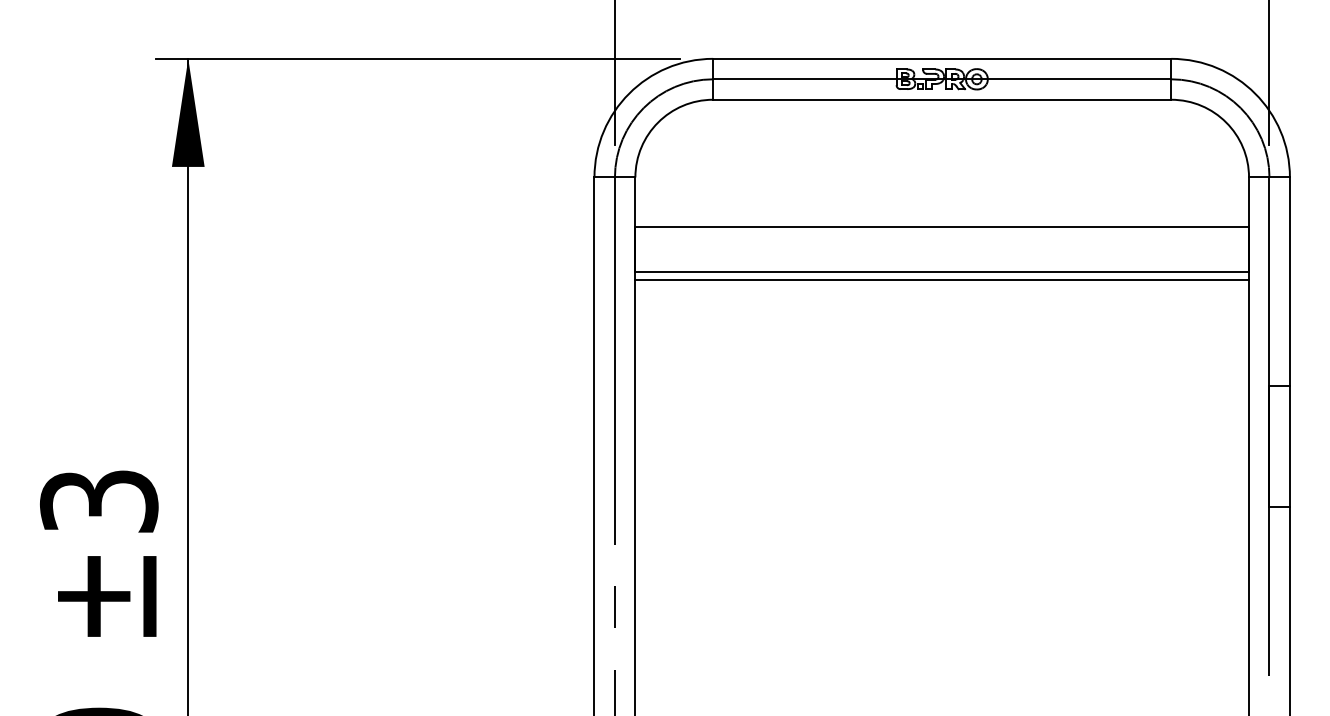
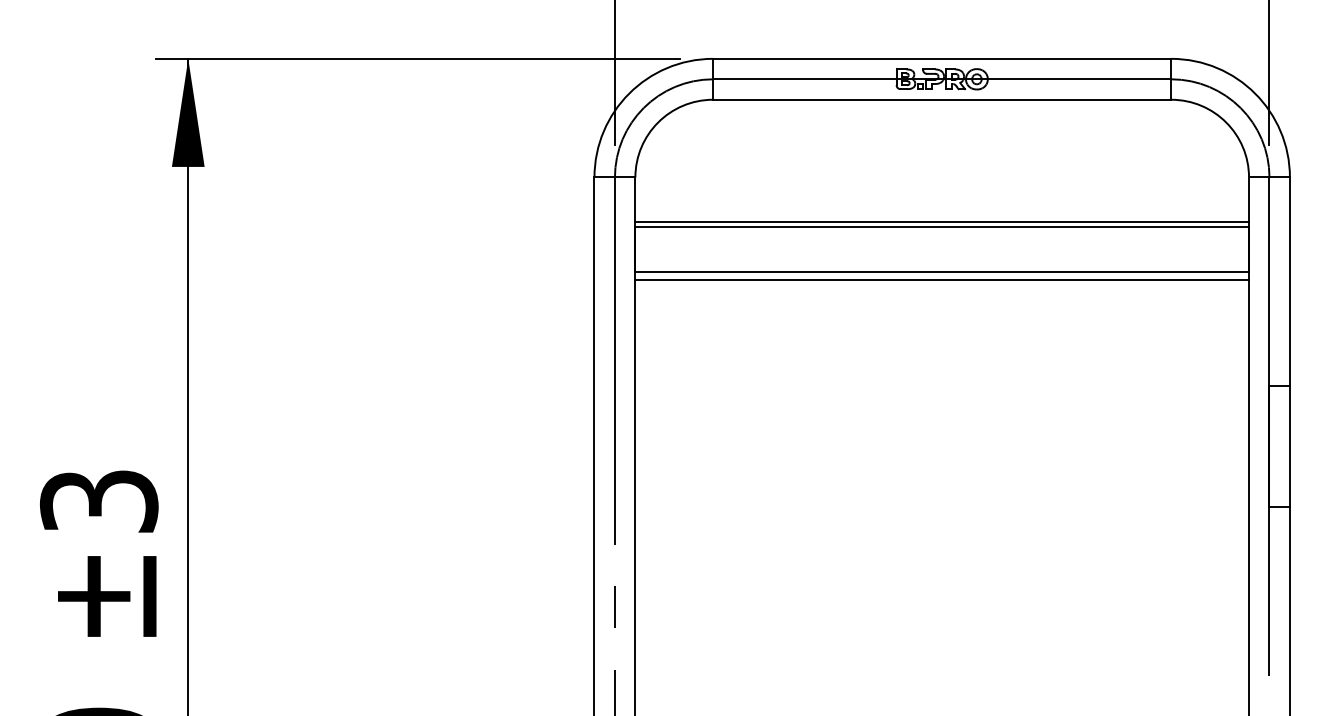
line at (942, 222): none -> present
